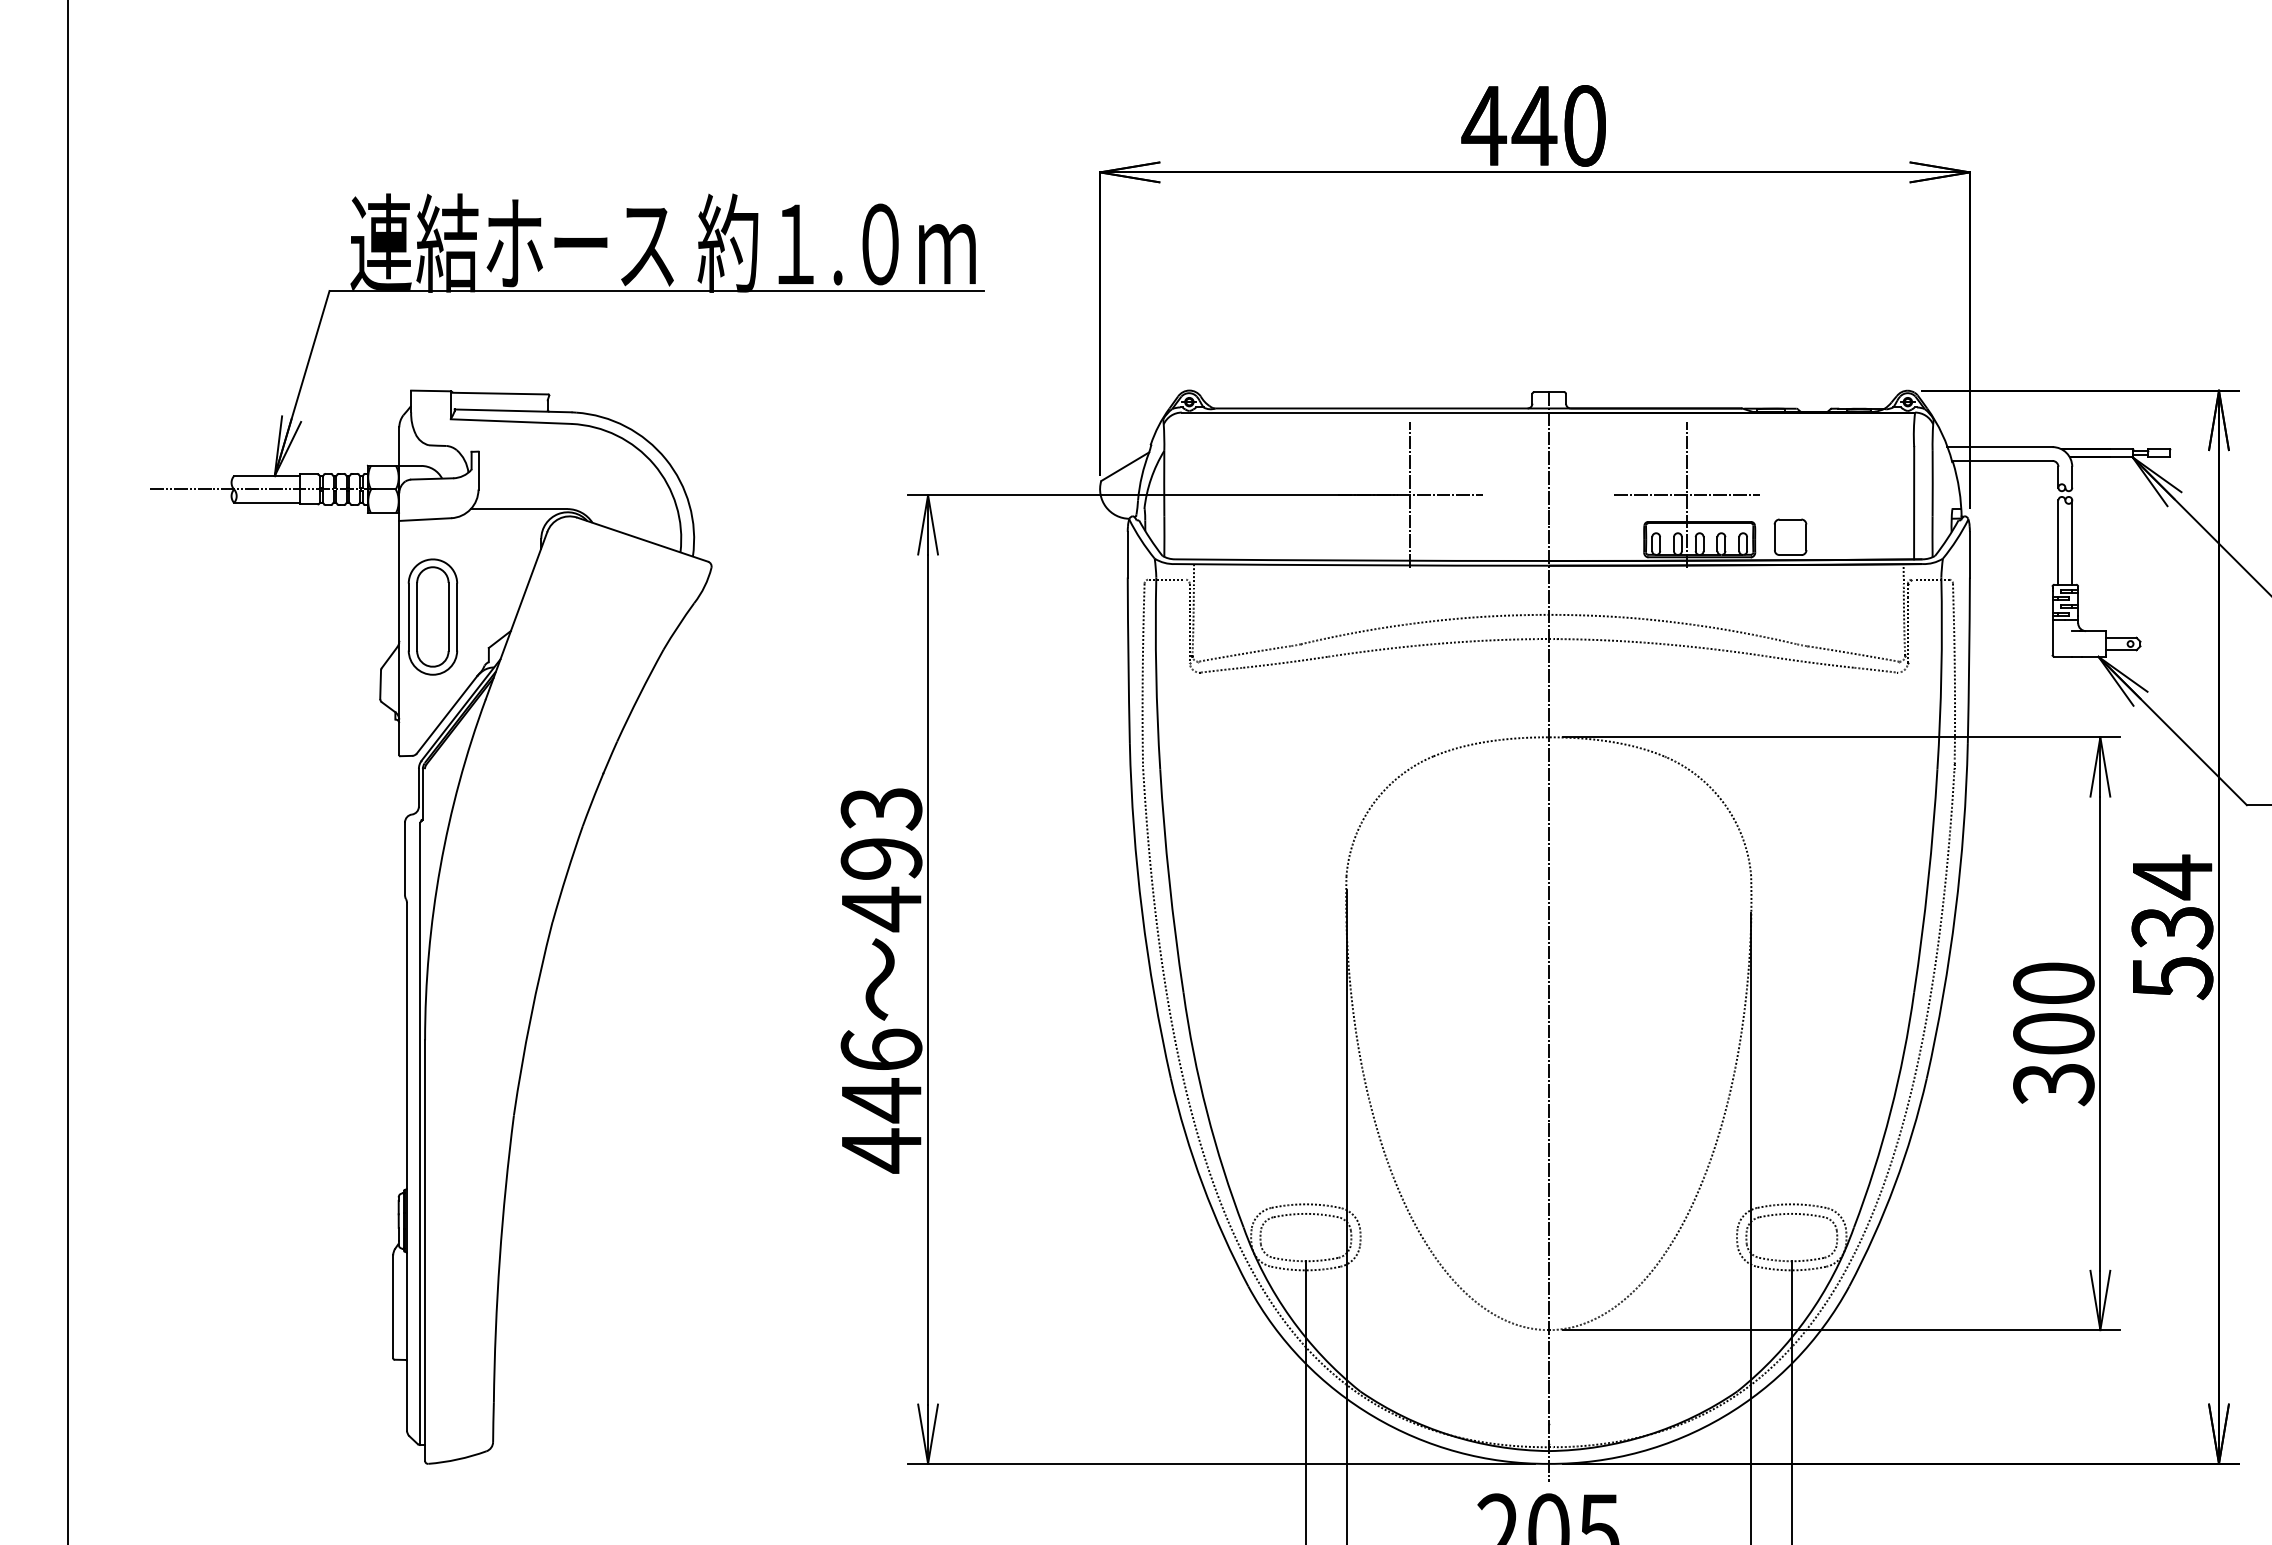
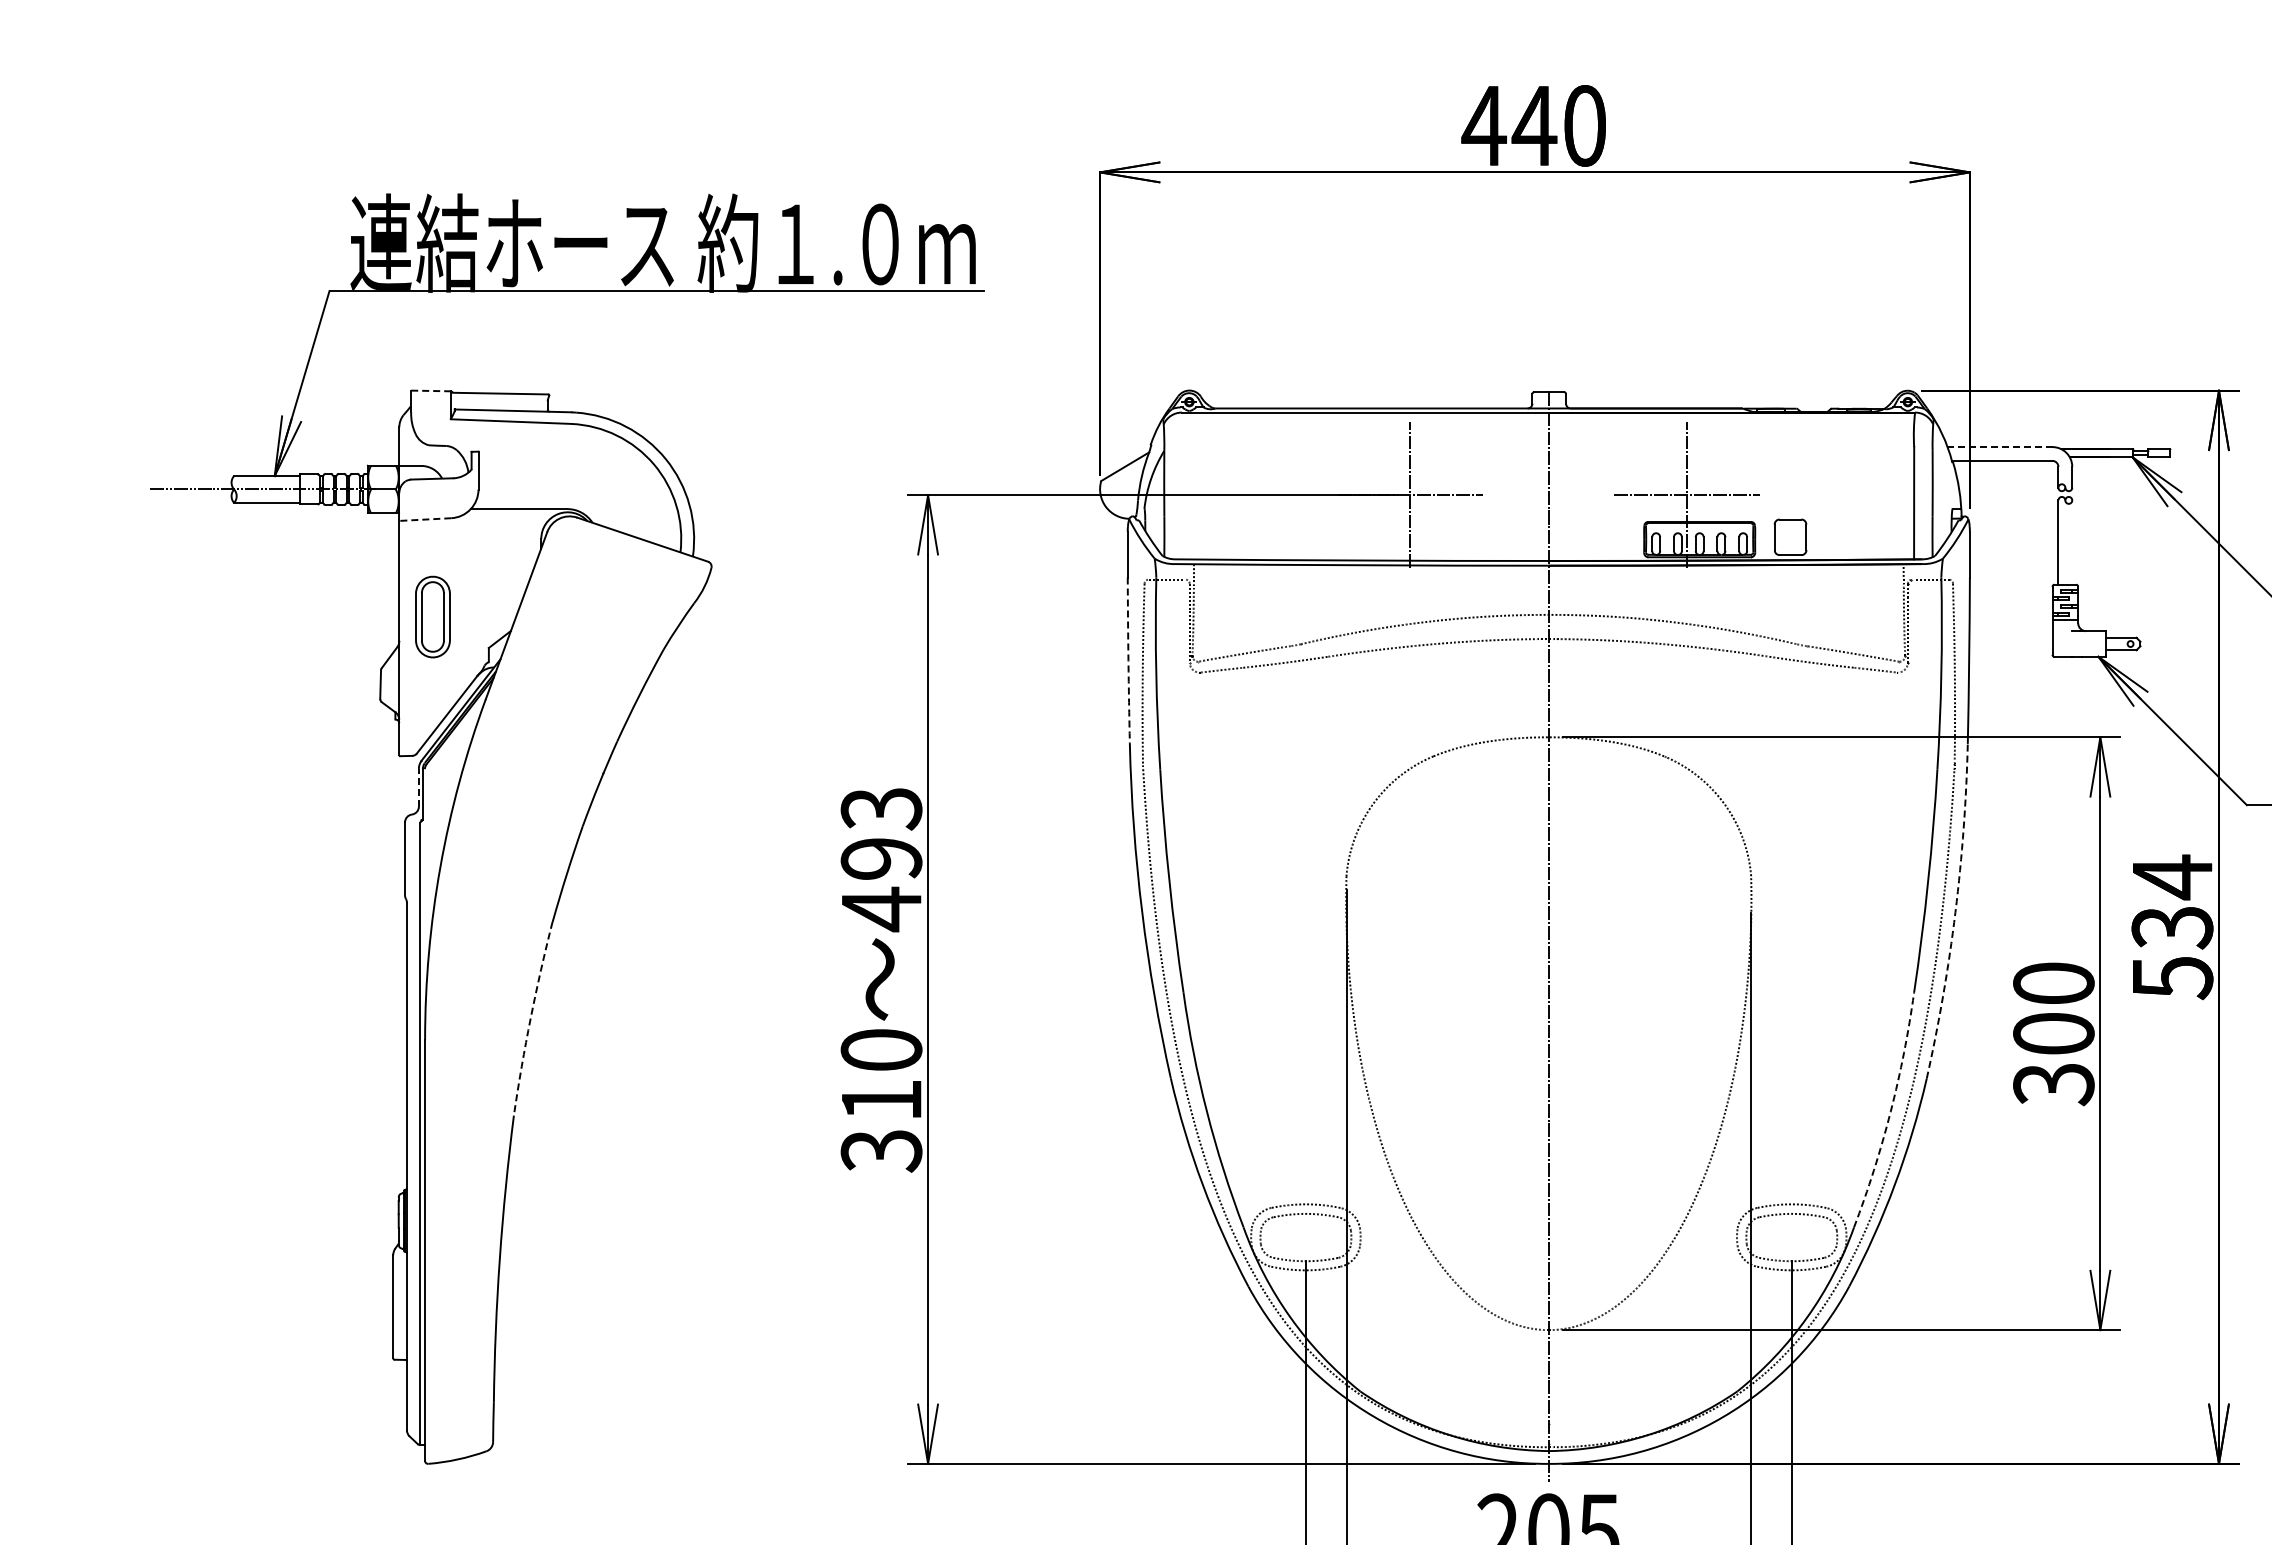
line at (430, 390): solid -> dashed
line at (1999, 447): solid -> dashed
line at (424, 519): solid -> dashed
line at (2072, 542): present -> none
part at (432, 616) size: 52x118 px -> 36x84 px
arc at (1128, 660): solid -> dashed
line at (68, 771): present -> none
line at (418, 787): solid -> dashed
arc at (1955, 912): solid -> dashed
arc at (530, 1018): solid -> dashed
text at (881, 1100): 446 -> 310
arc at (1890, 1111): solid -> dashed
